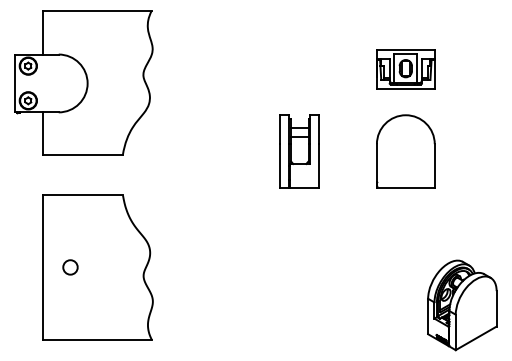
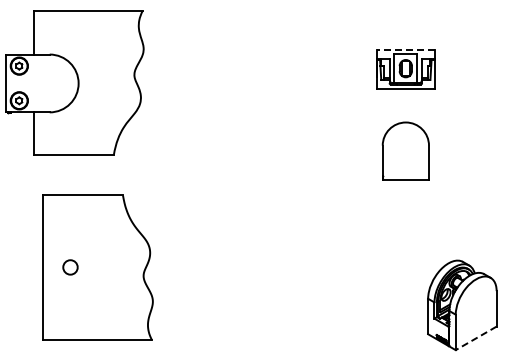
line at (405, 49): solid -> dashed
part at (83, 82) position: (83, 82) -> (74, 82)
part at (299, 151): present -> none
part at (405, 151) size: 60x75 px -> 49x60 px
line at (476, 338): solid -> dashed
